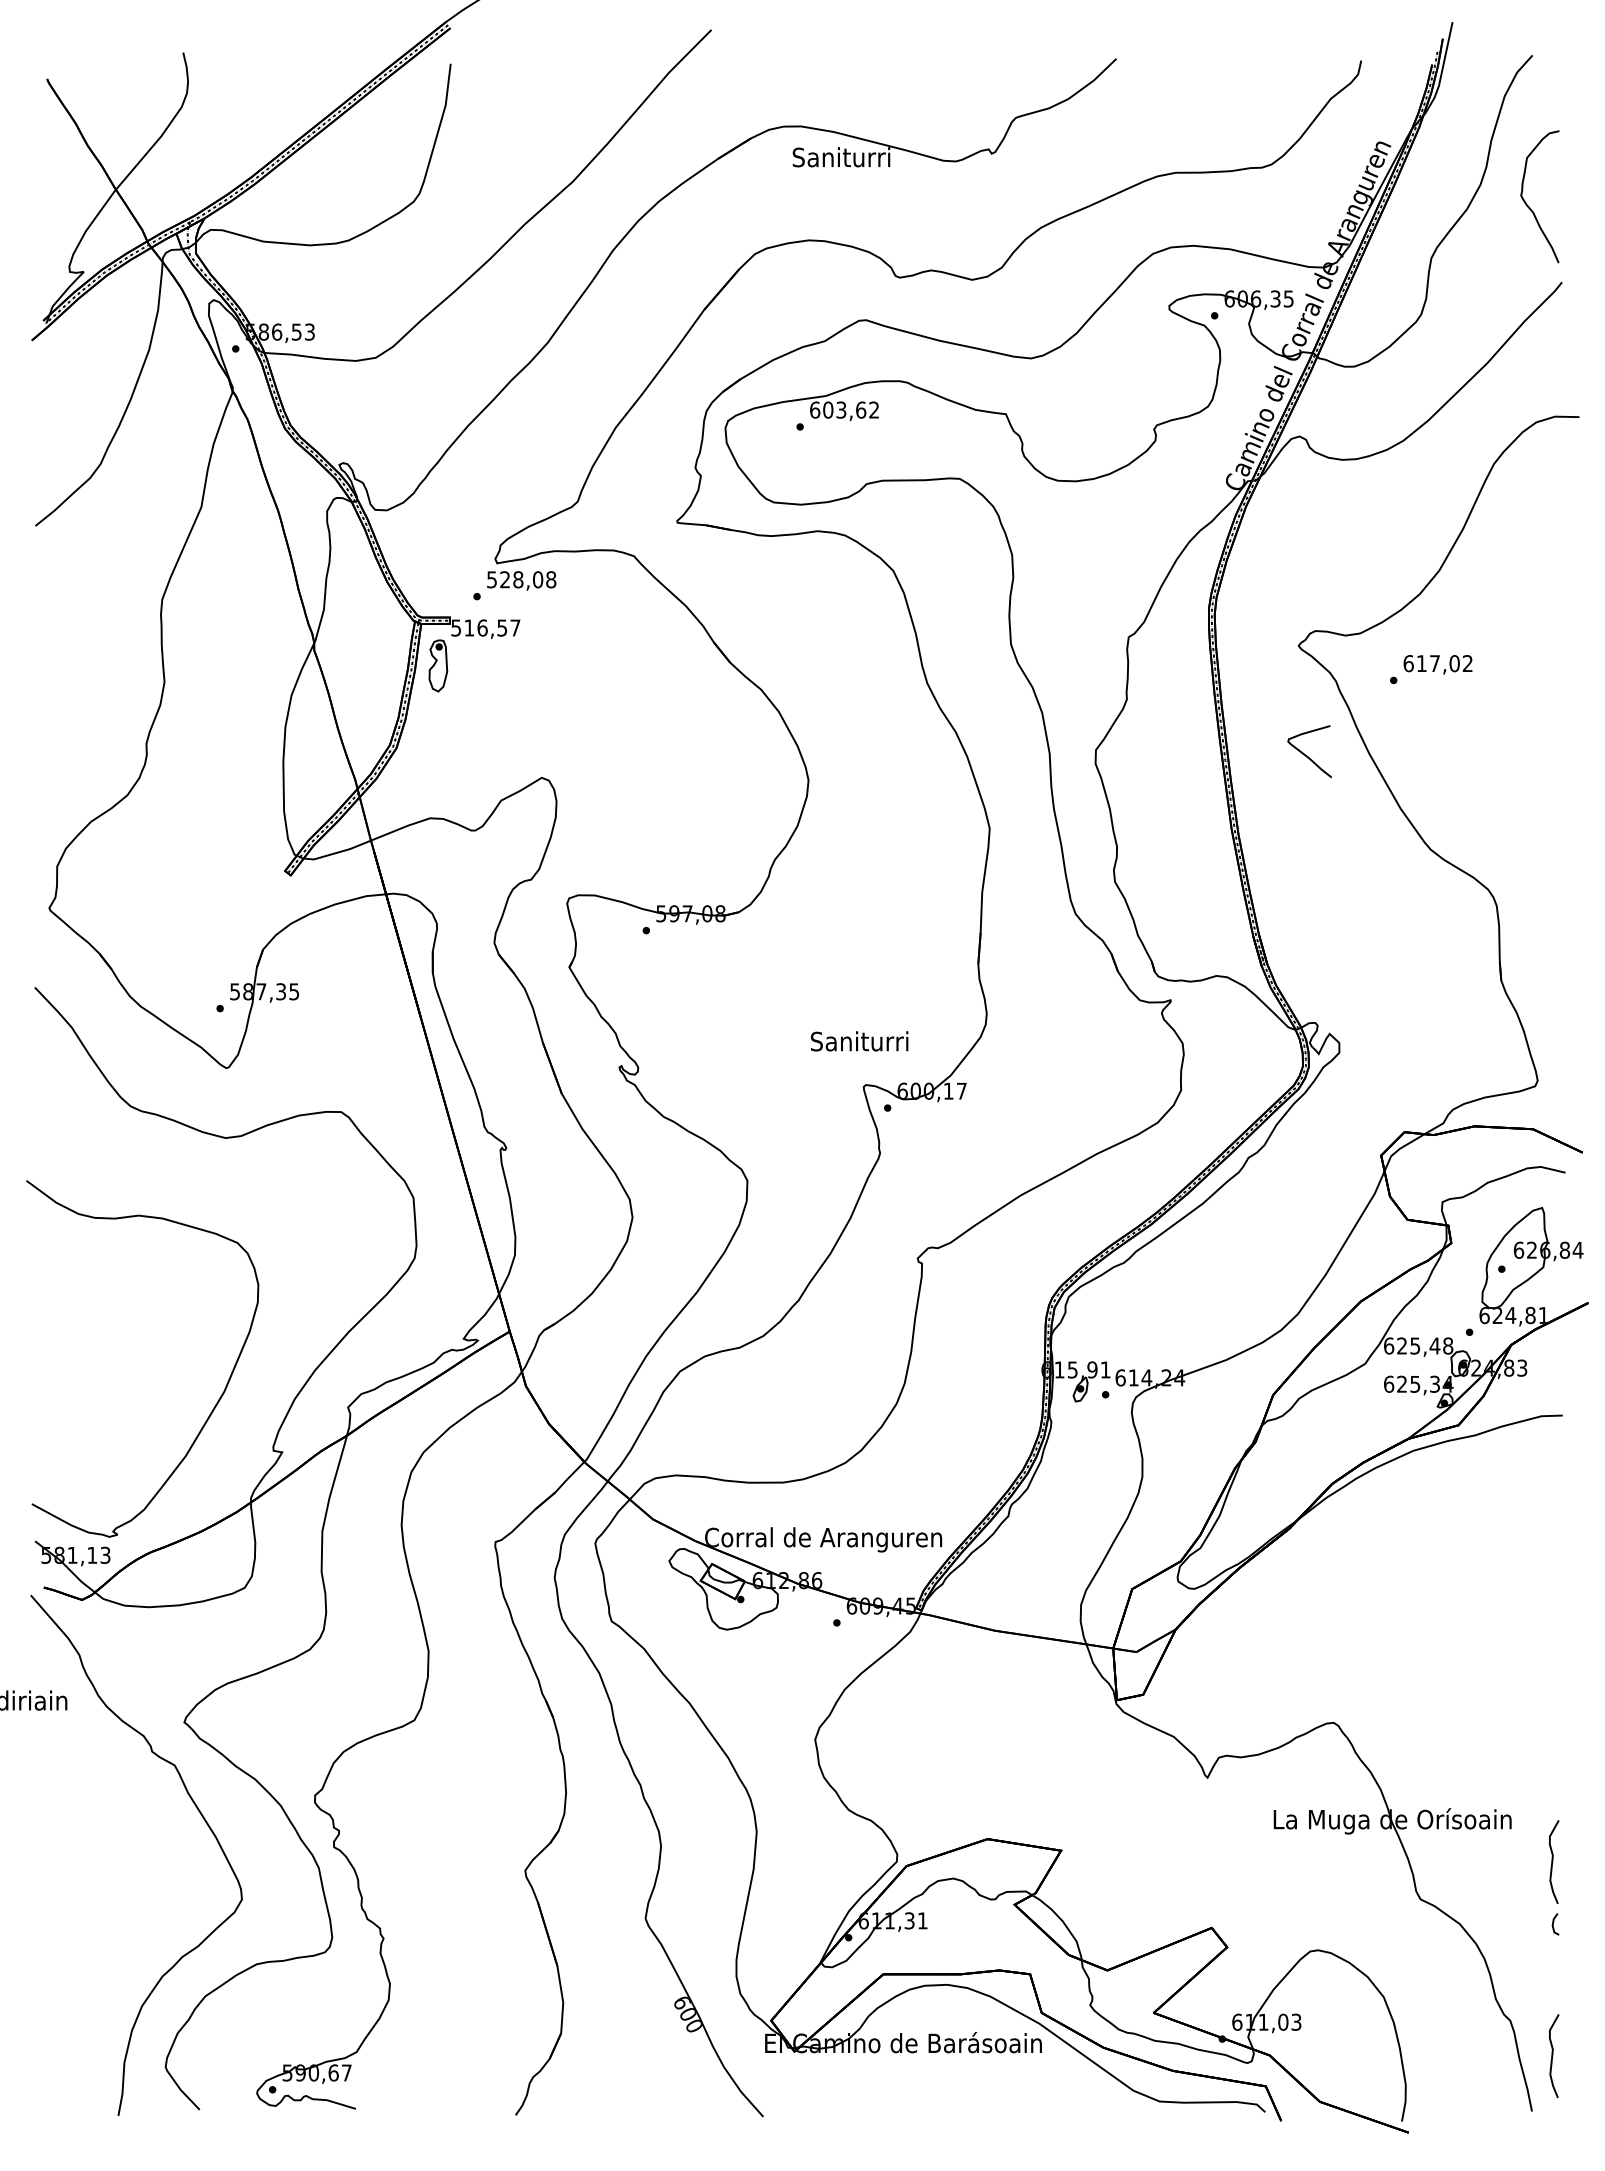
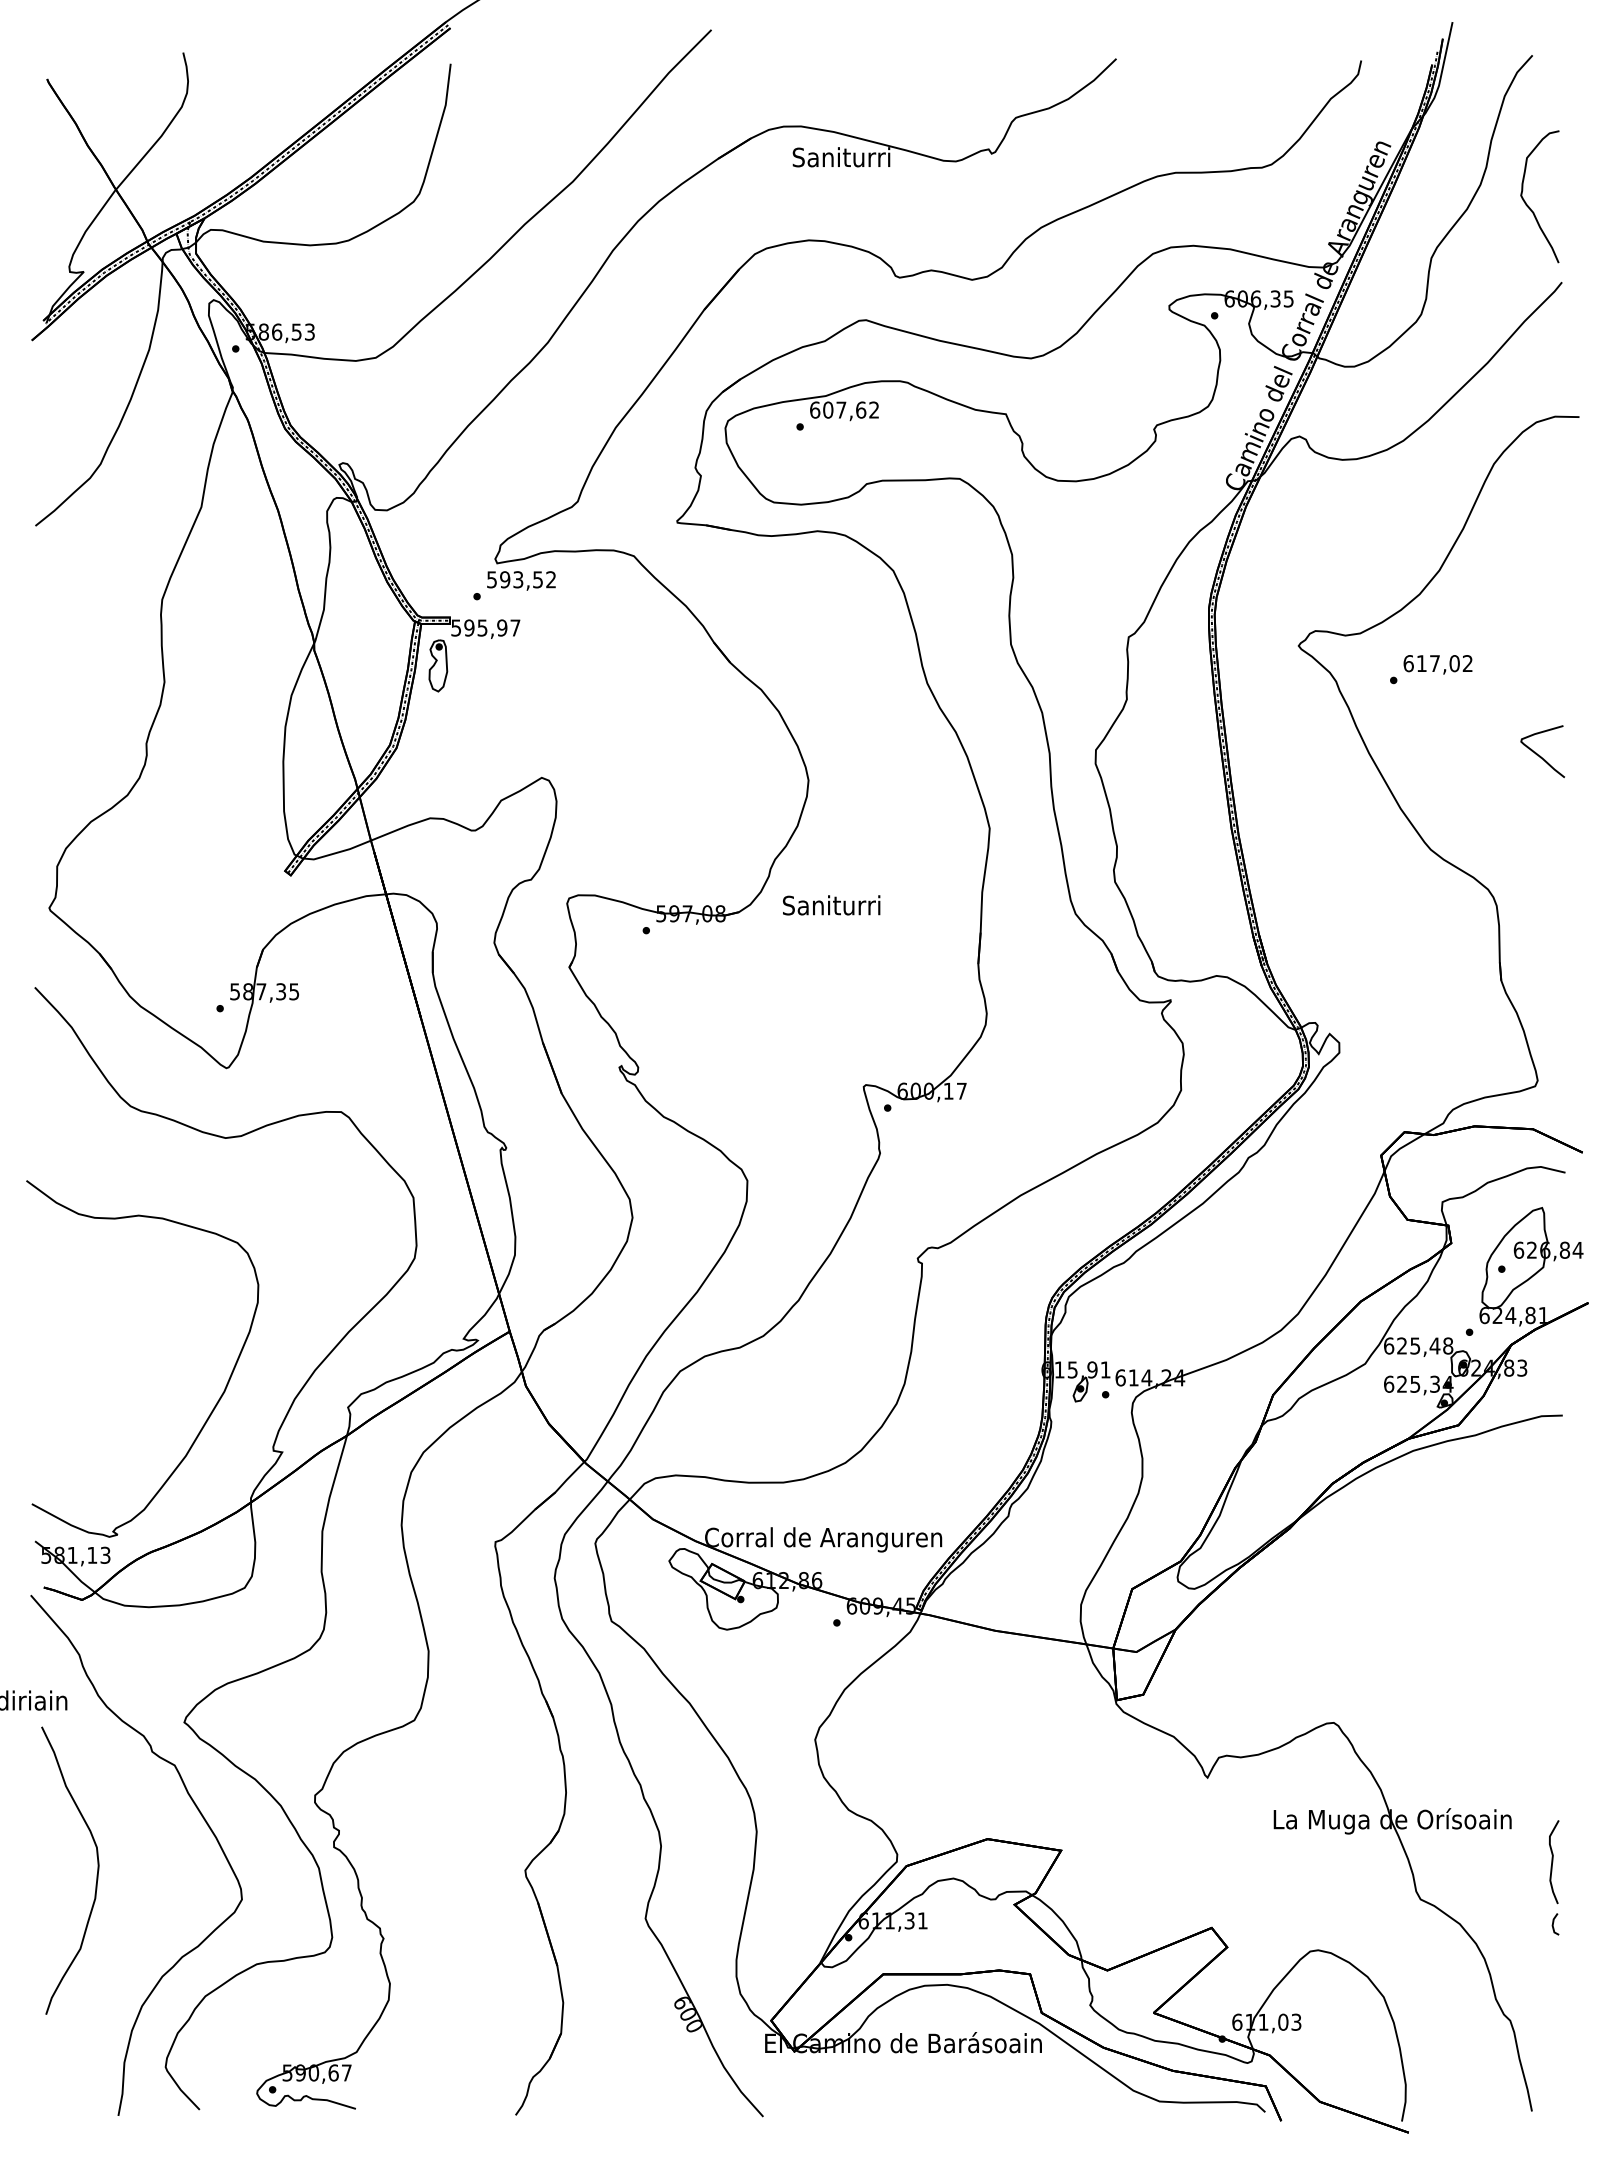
text at (841, 409): 603,62 -> 607,62
text at (528, 579): 528,08 -> 593,52
text at (485, 627): 516,57 -> 595,97
curve at (1307, 755) position: (1307, 755) -> (1540, 755)
text at (859, 1041) position: (859, 1041) -> (831, 905)
curve at (96, 1874): none -> present
curve at (1553, 2056): present -> none
